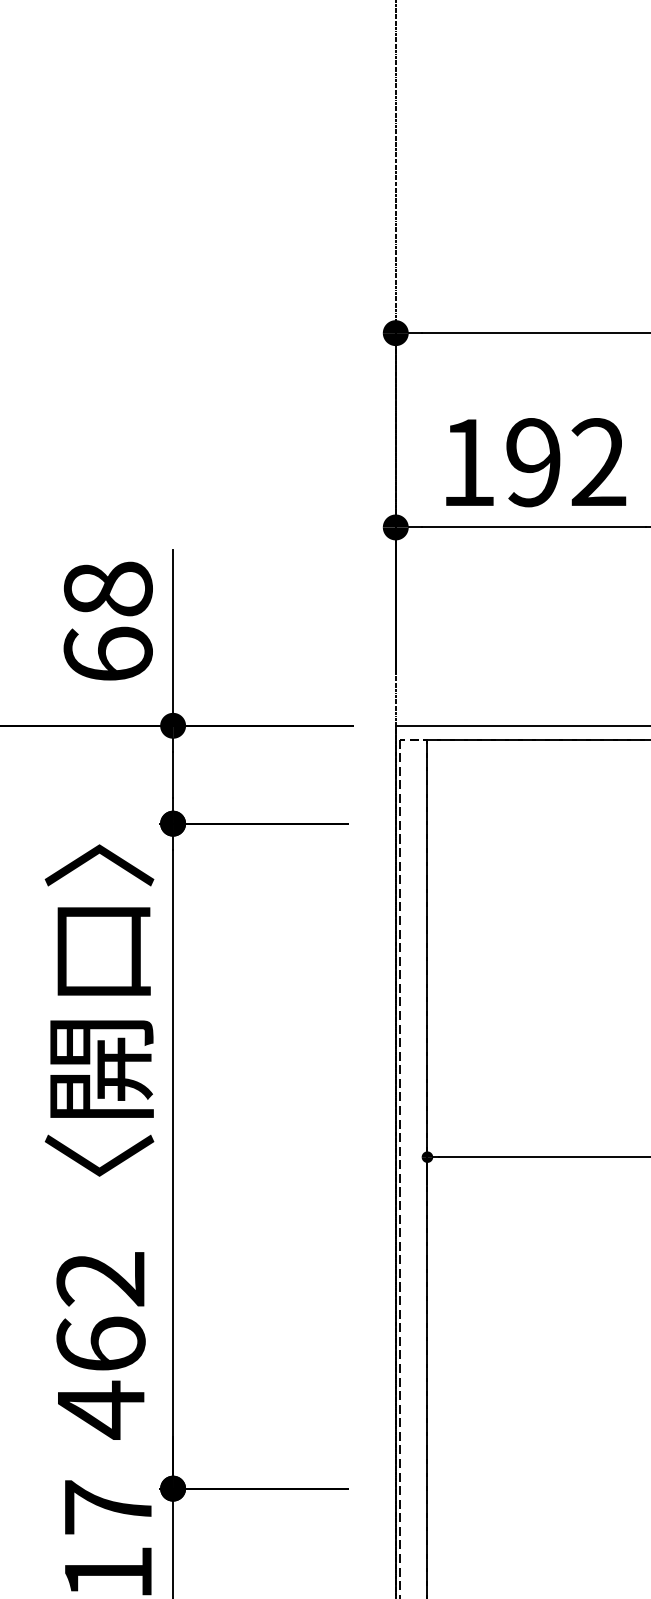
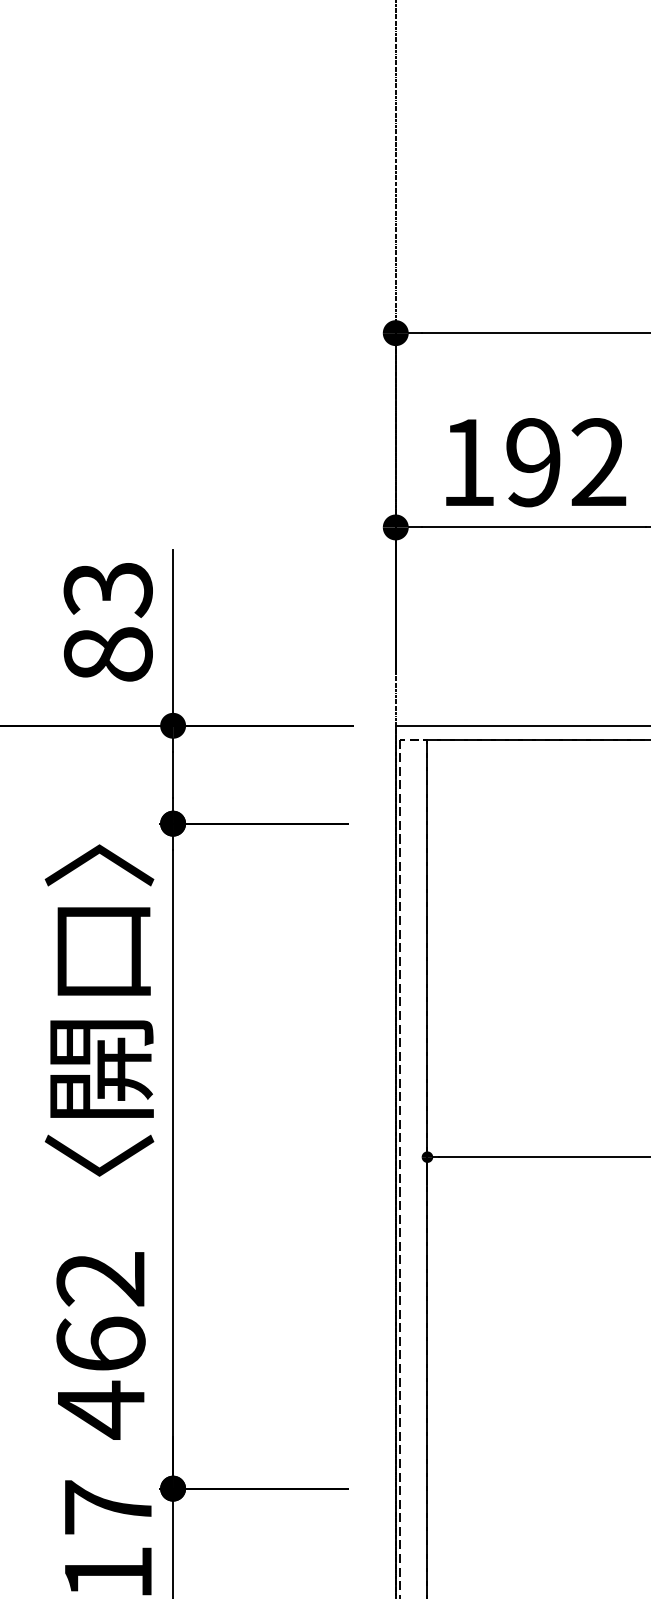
text at (107, 621): 68 -> 83
